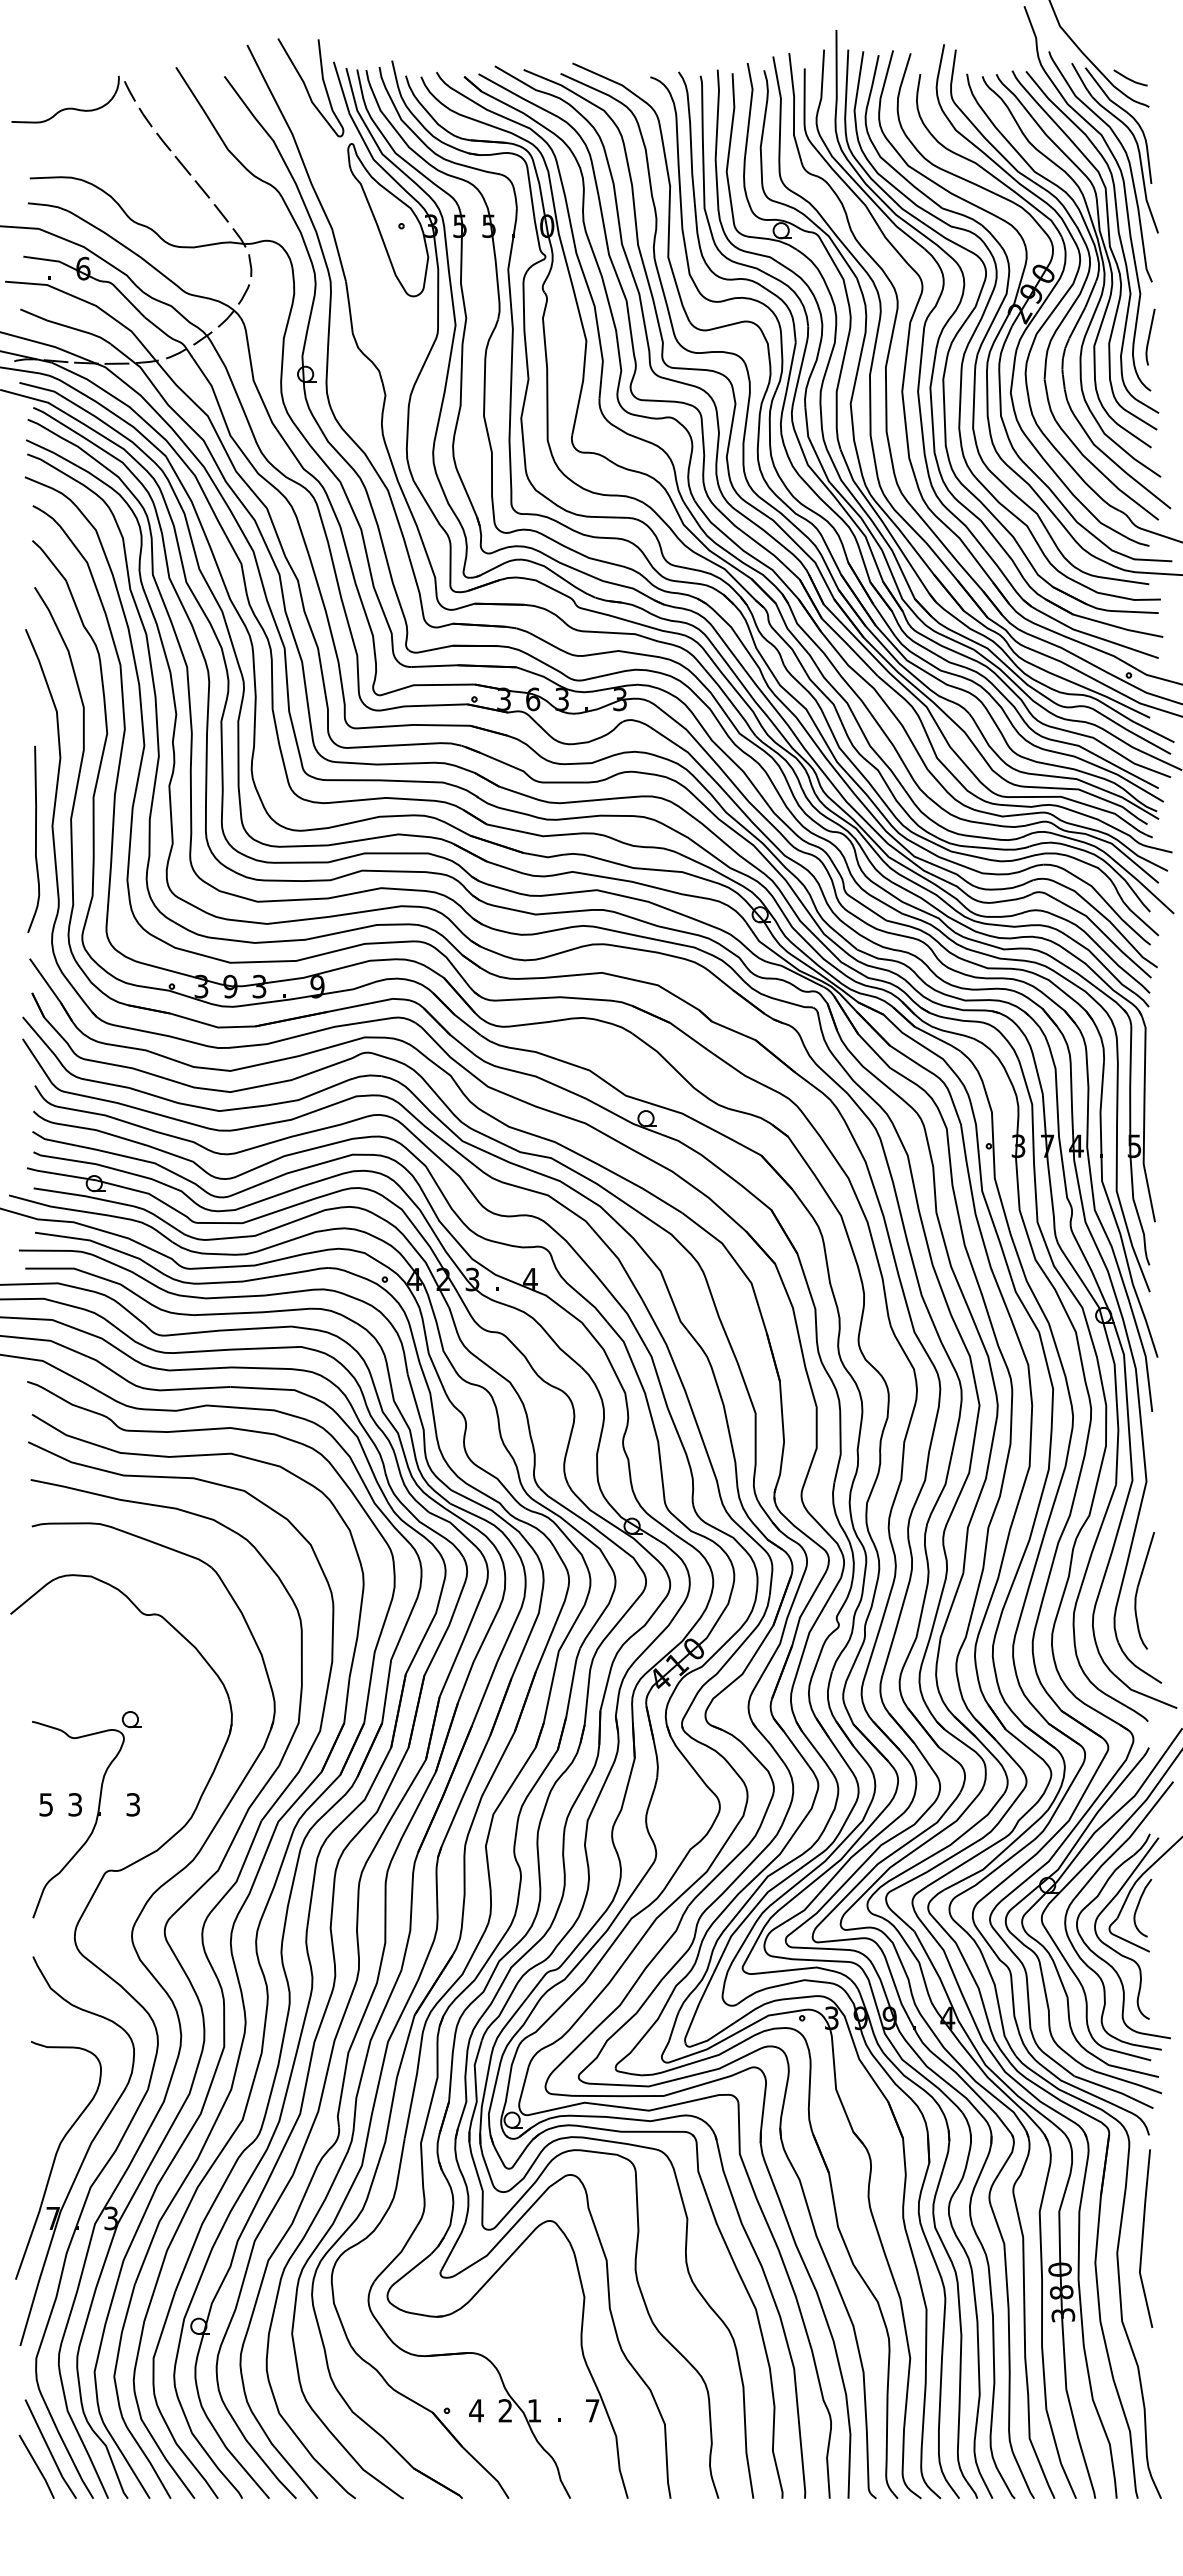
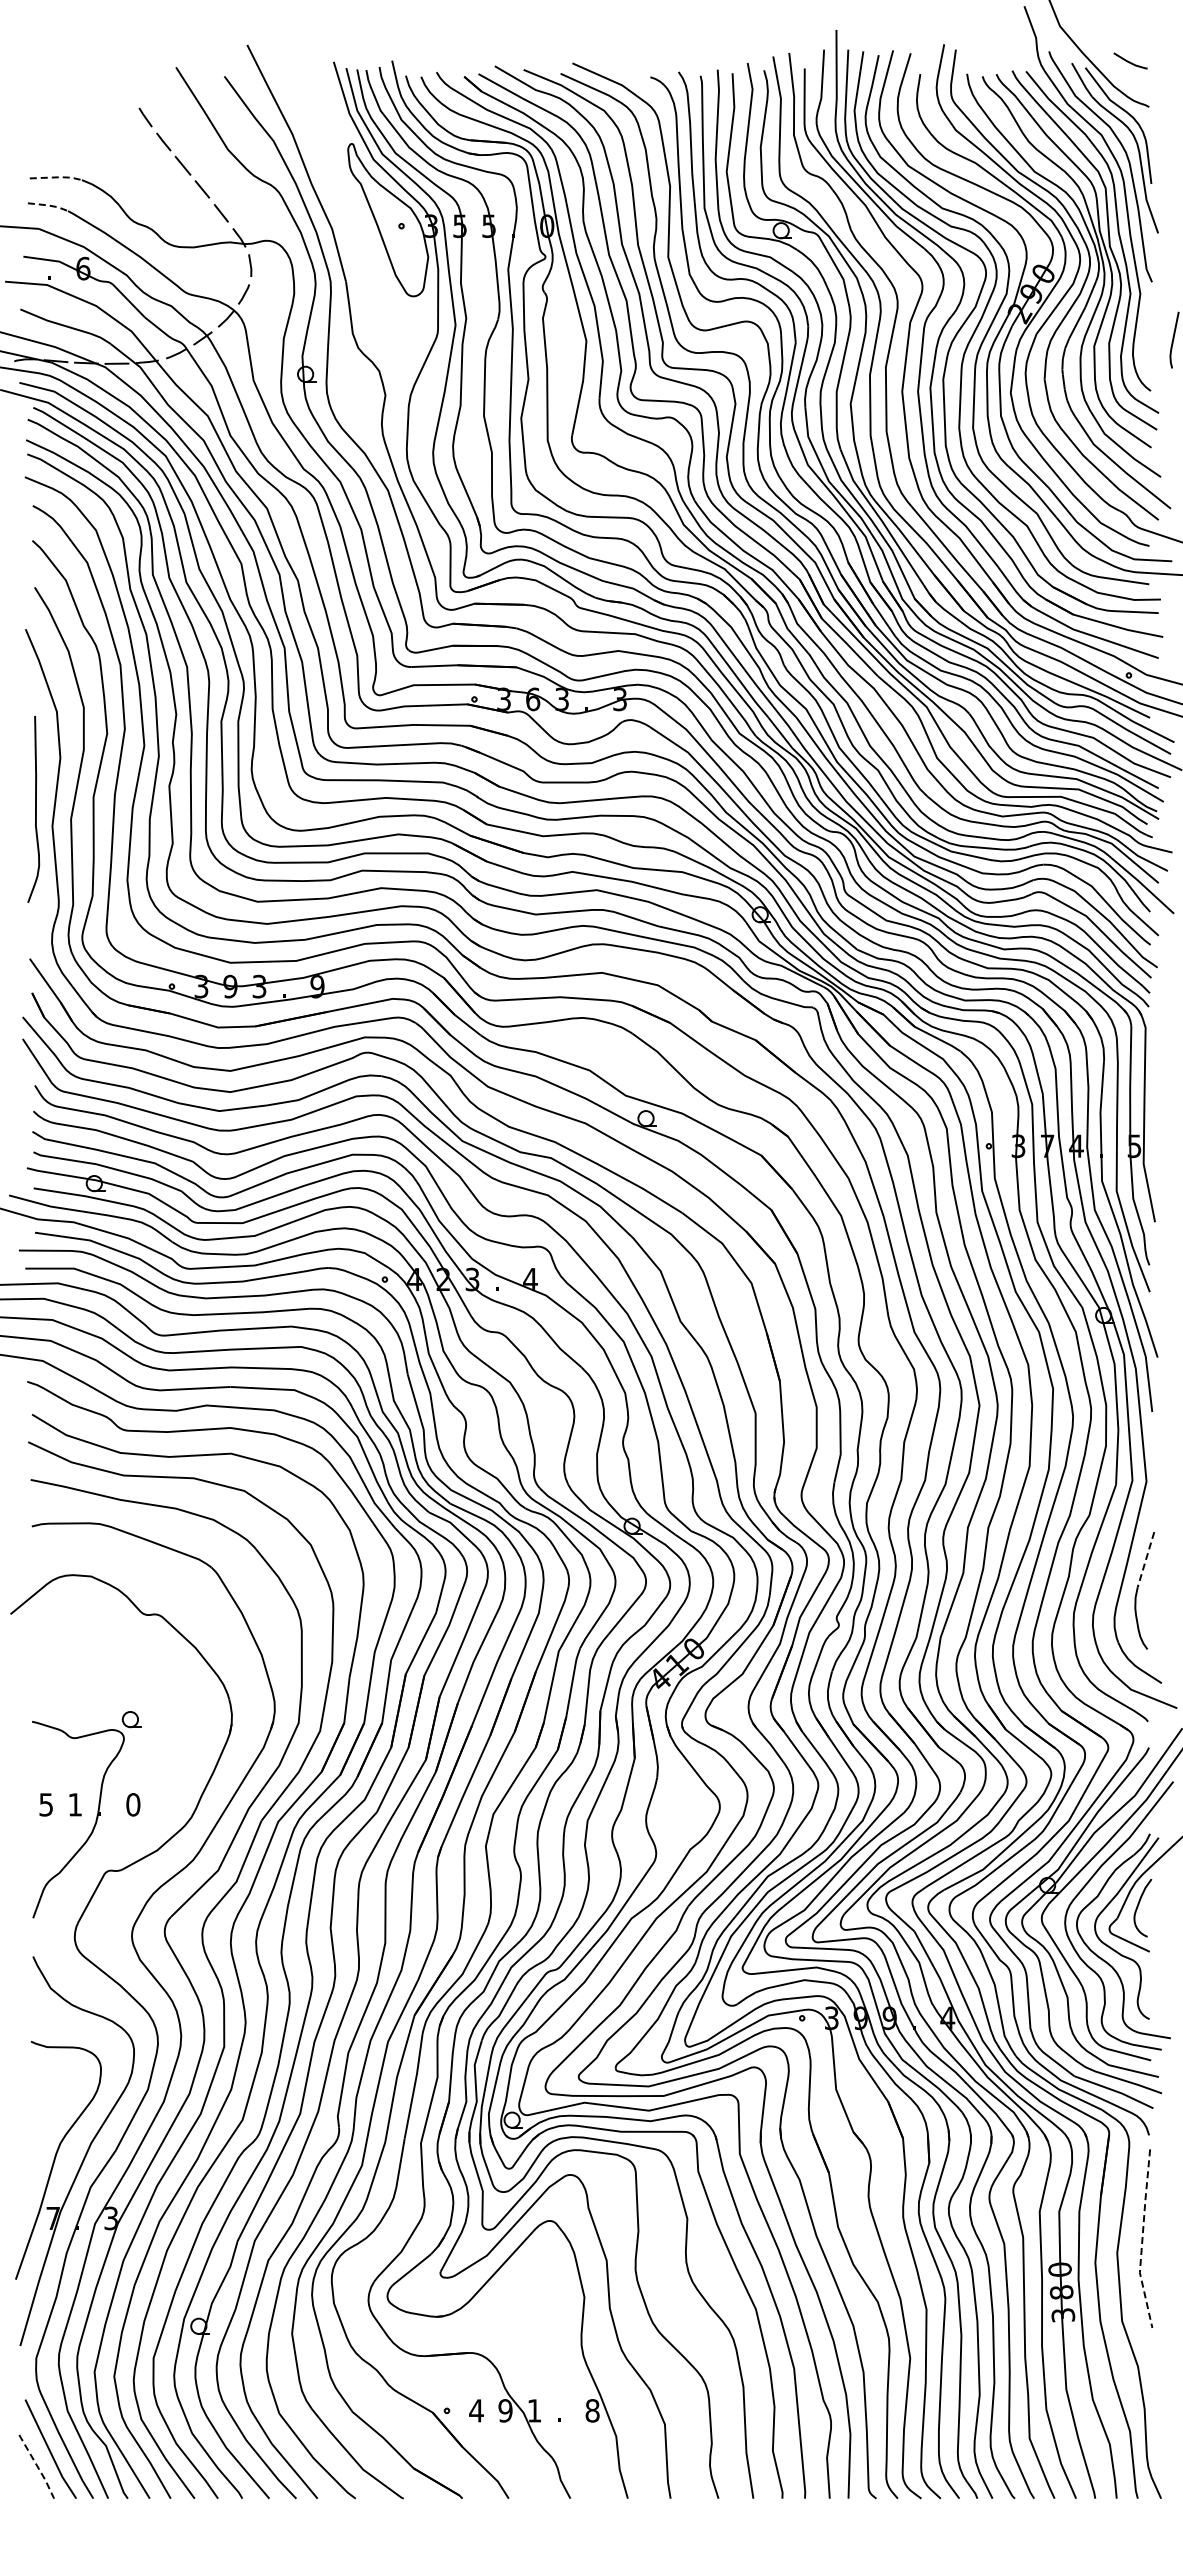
line at (1130, 78) position: (1130, 78) -> (1130, 61)
curve at (307, 88): present -> none
part at (72, 107): present -> none
line at (57, 177): solid -> dashed
line at (48, 205): solid -> dashed
line at (1150, 336) position: (1150, 336) -> (1174, 339)
curve at (35, 838) position: (35, 838) -> (35, 808)
line at (1146, 1559): solid -> dashed
text at (74, 1804): 3 -> 1
text at (133, 1804): 3 -> 0
line at (1142, 2239): solid -> dashed
text at (505, 2410): 2 -> 9
text at (592, 2410): 7 -> 8
line at (38, 2467): solid -> dashed
